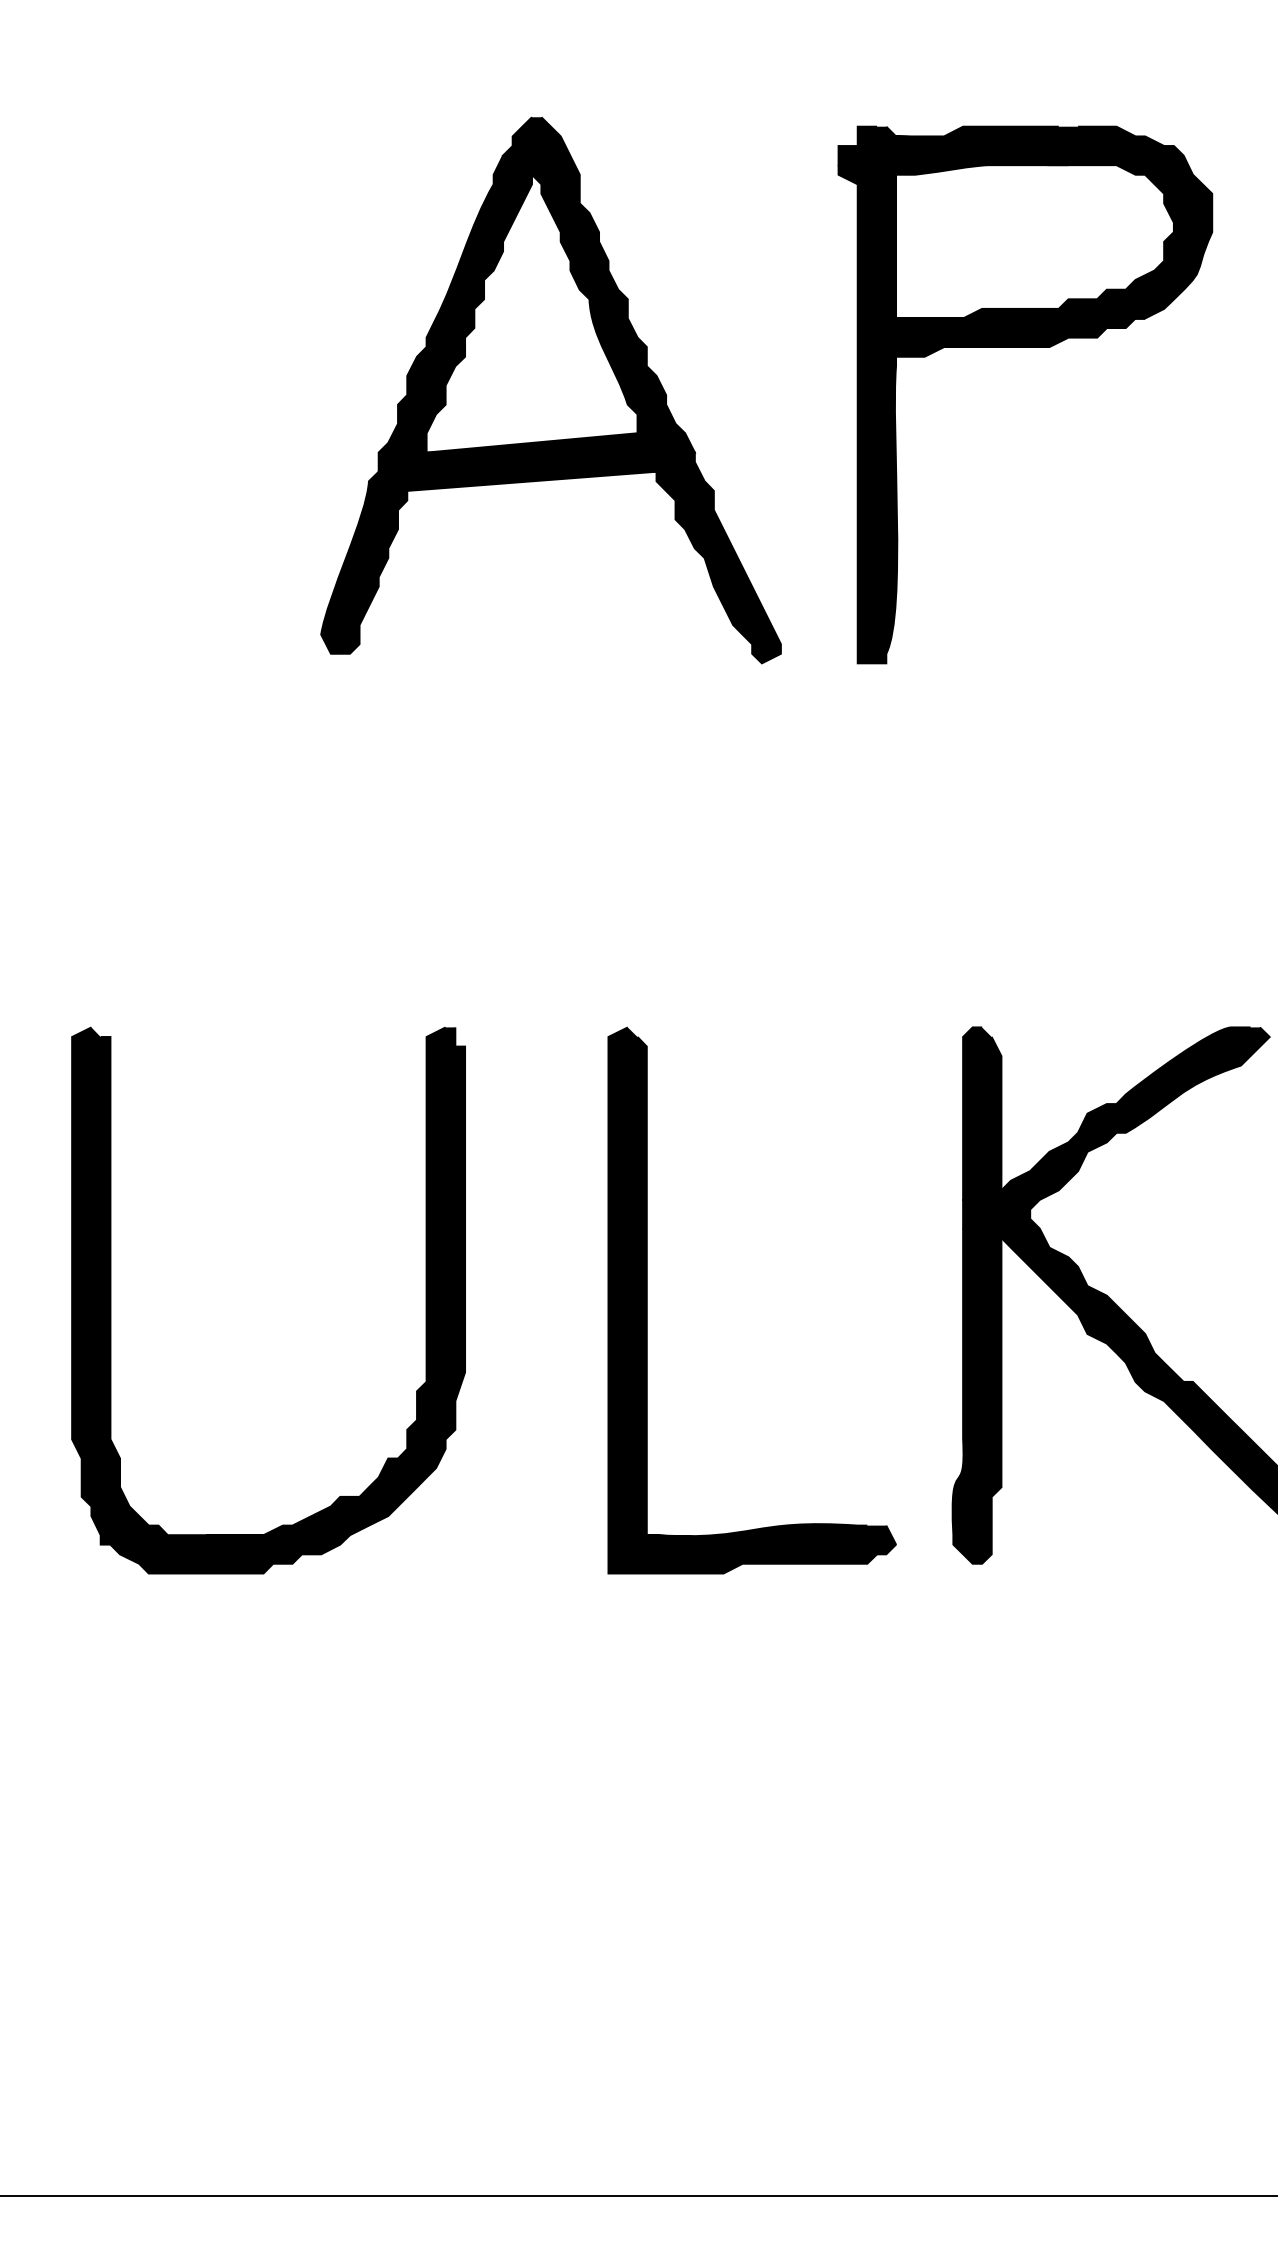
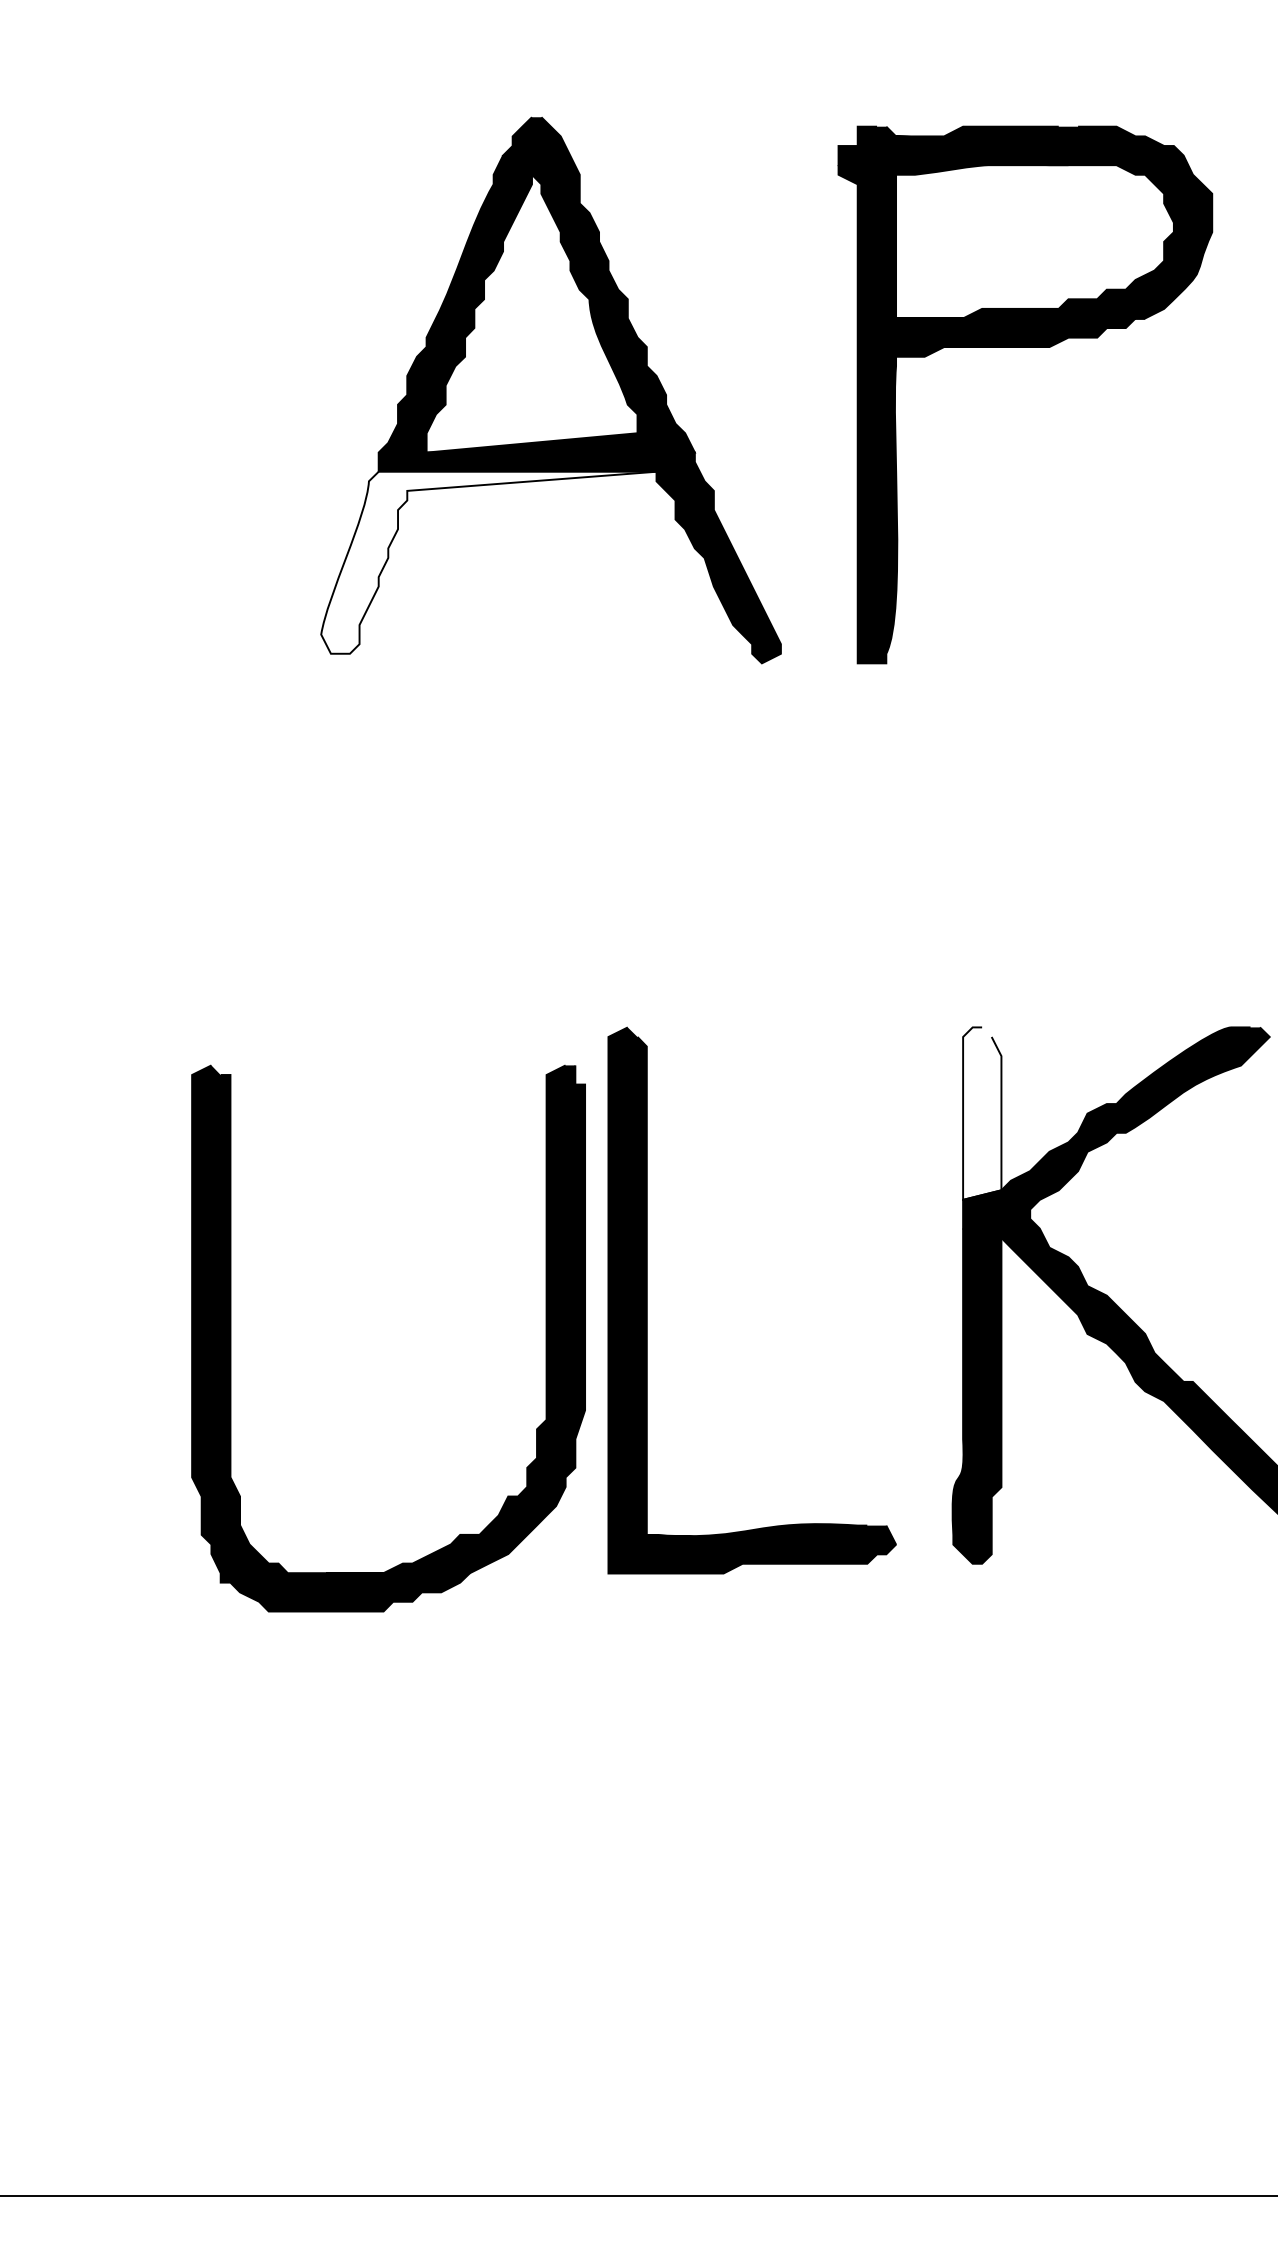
fill at (488, 562): present -> none
fill at (982, 1113): present -> none
part at (111, 1300) position: (111, 1300) -> (231, 1338)
